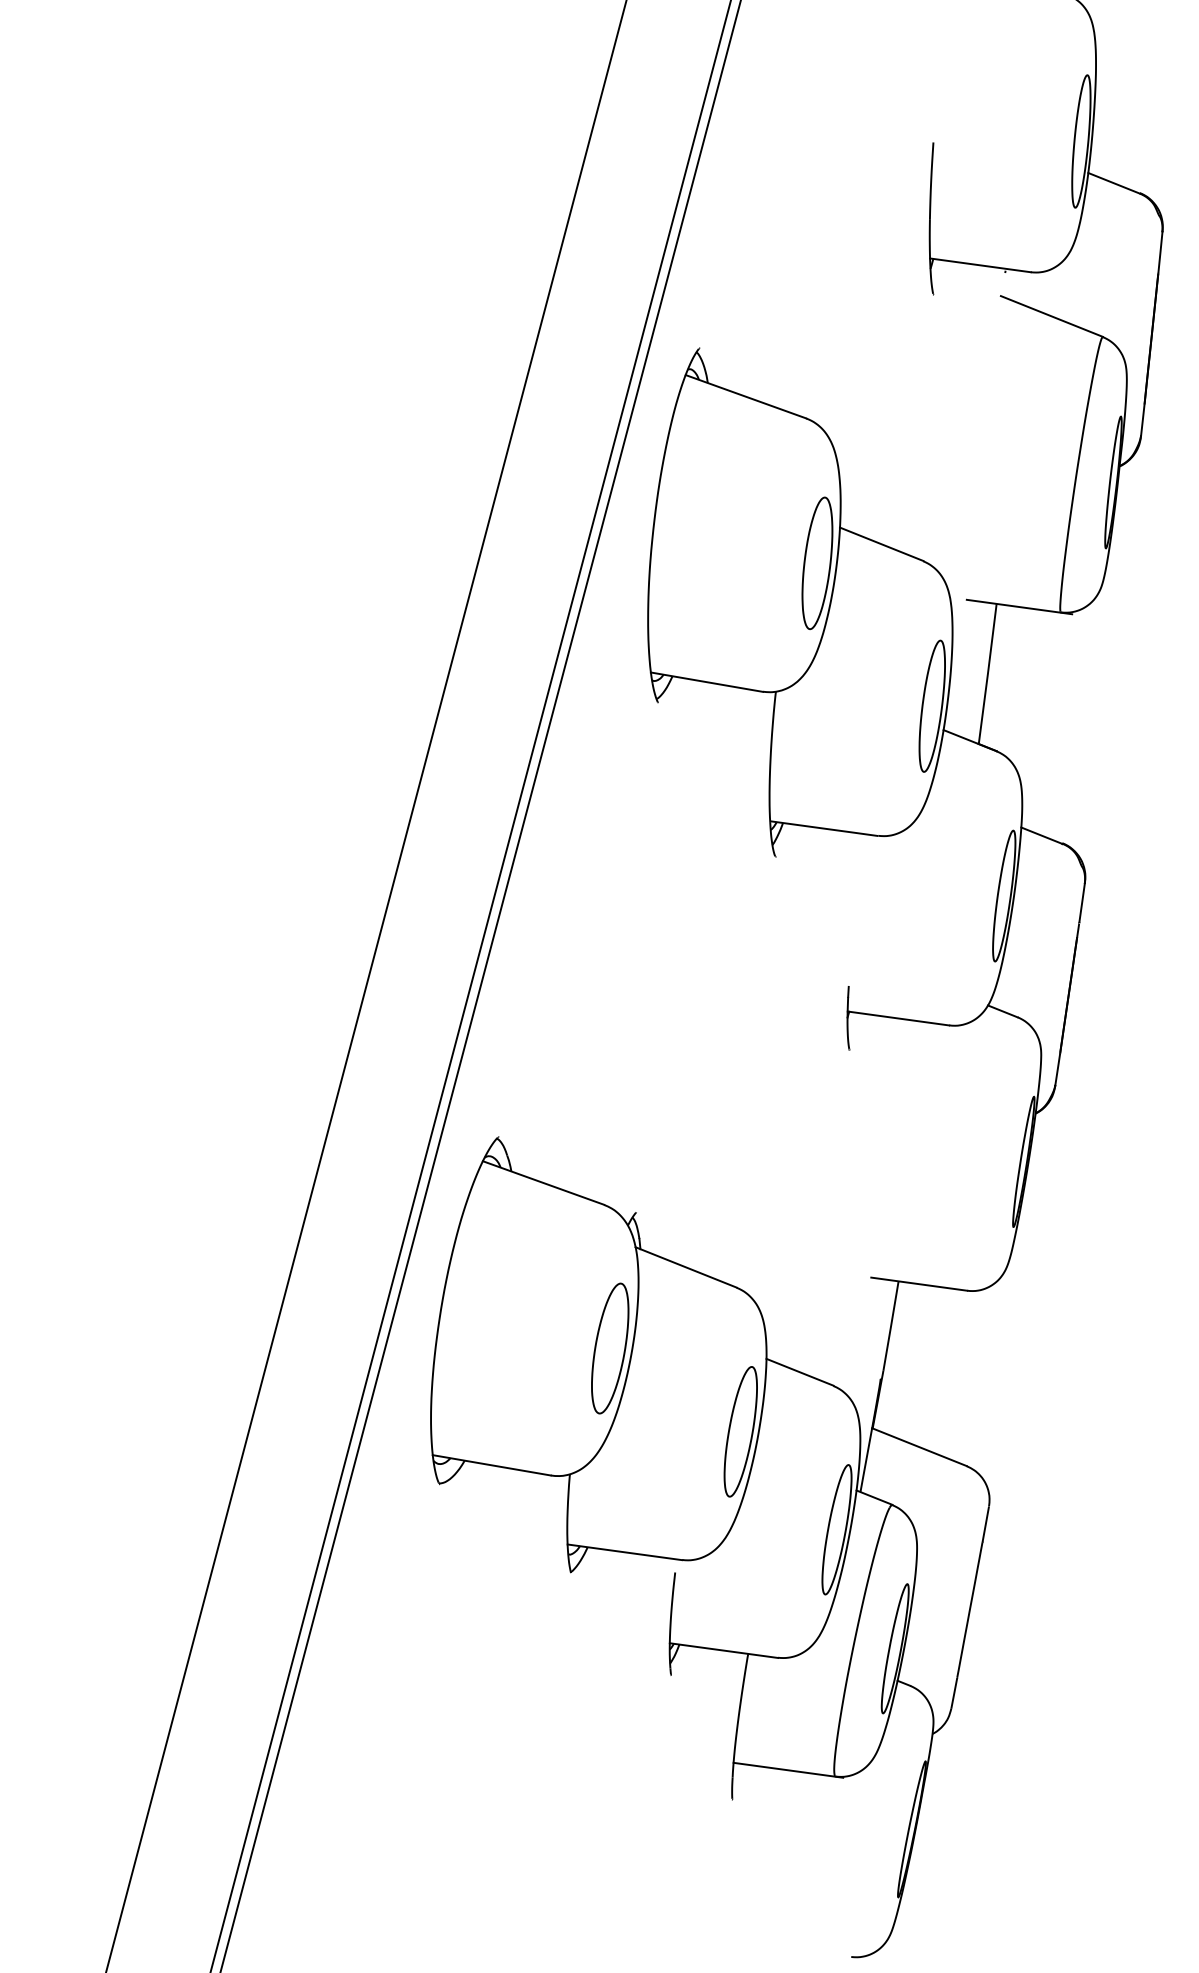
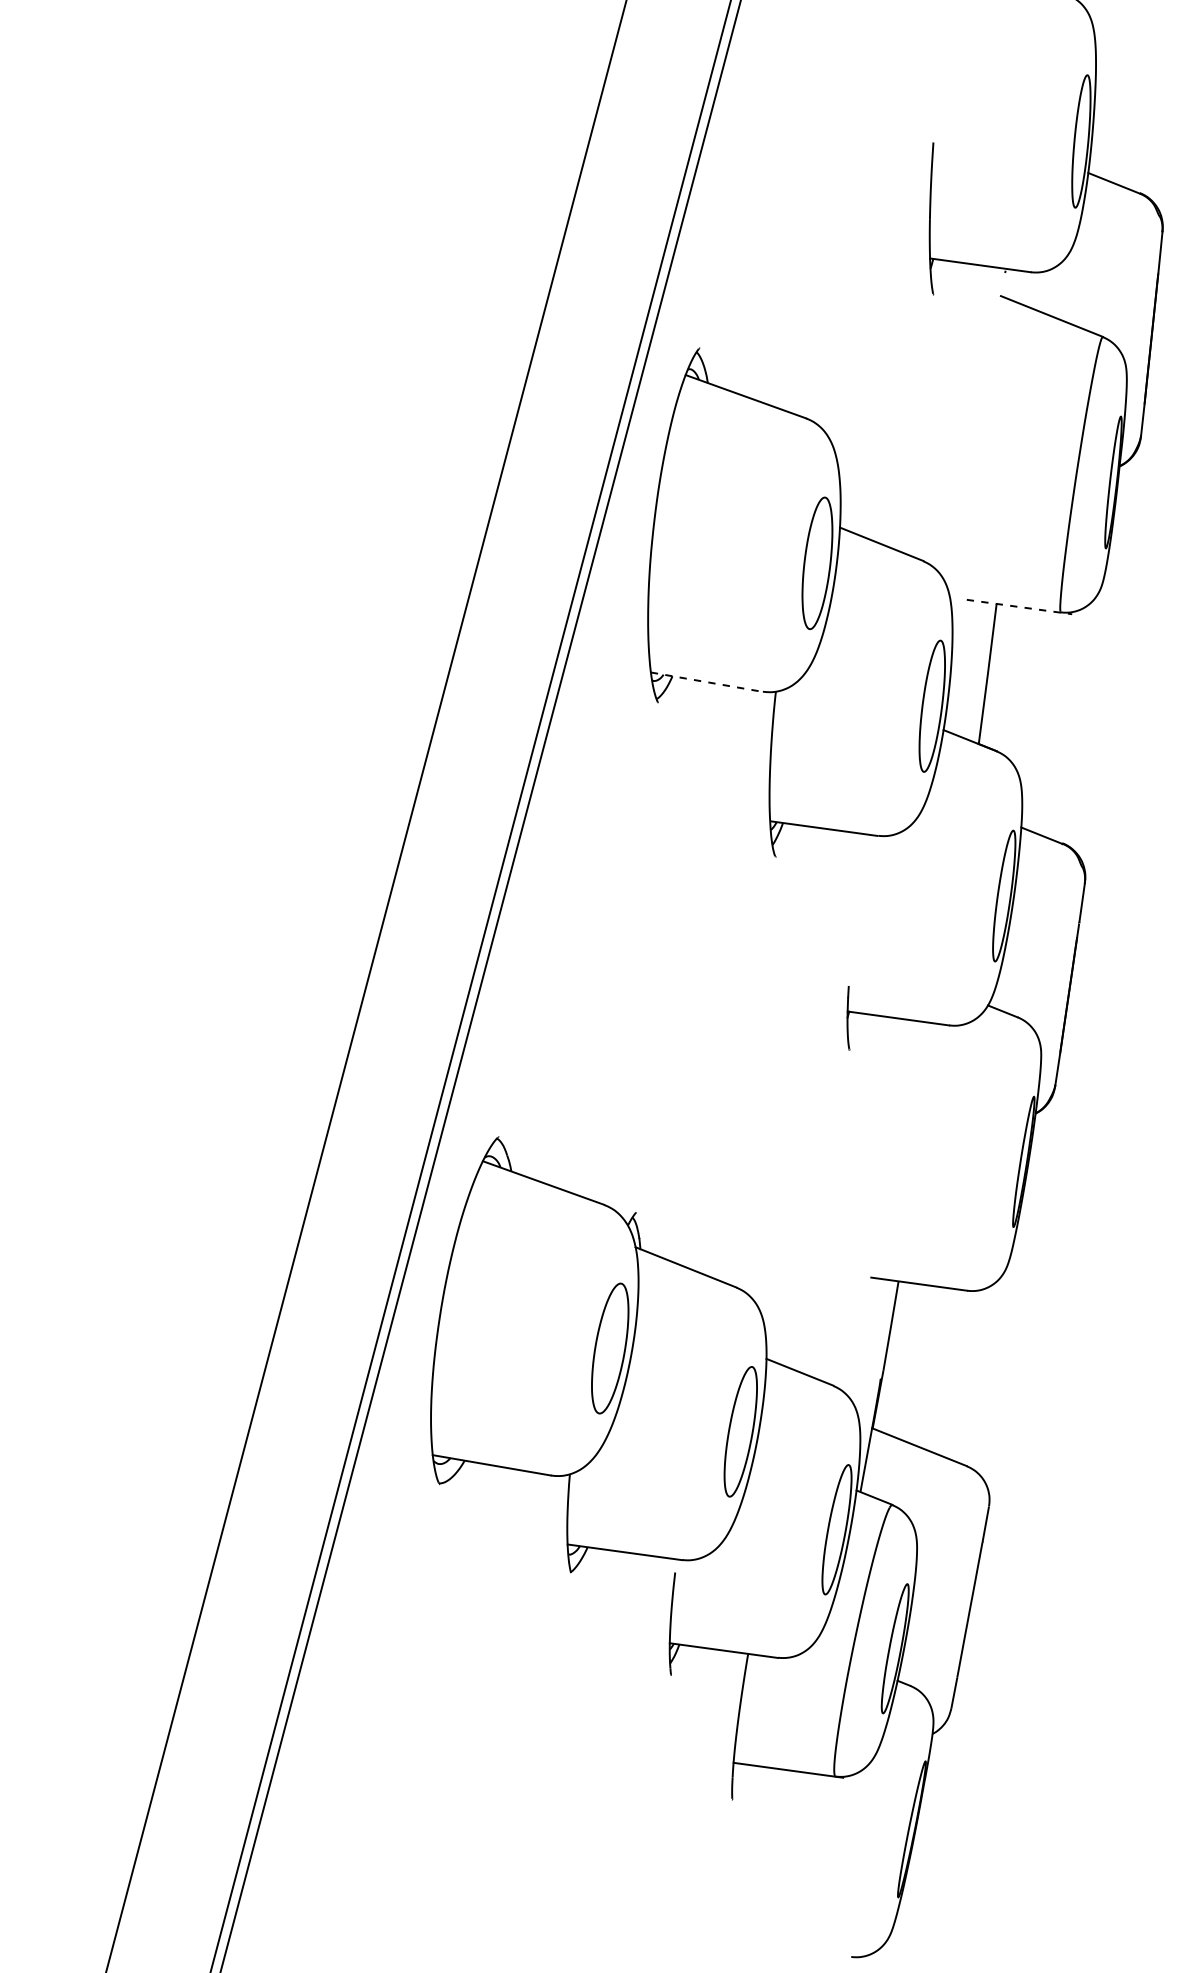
line at (1020, 607): solid -> dashed
line at (706, 682): solid -> dashed
